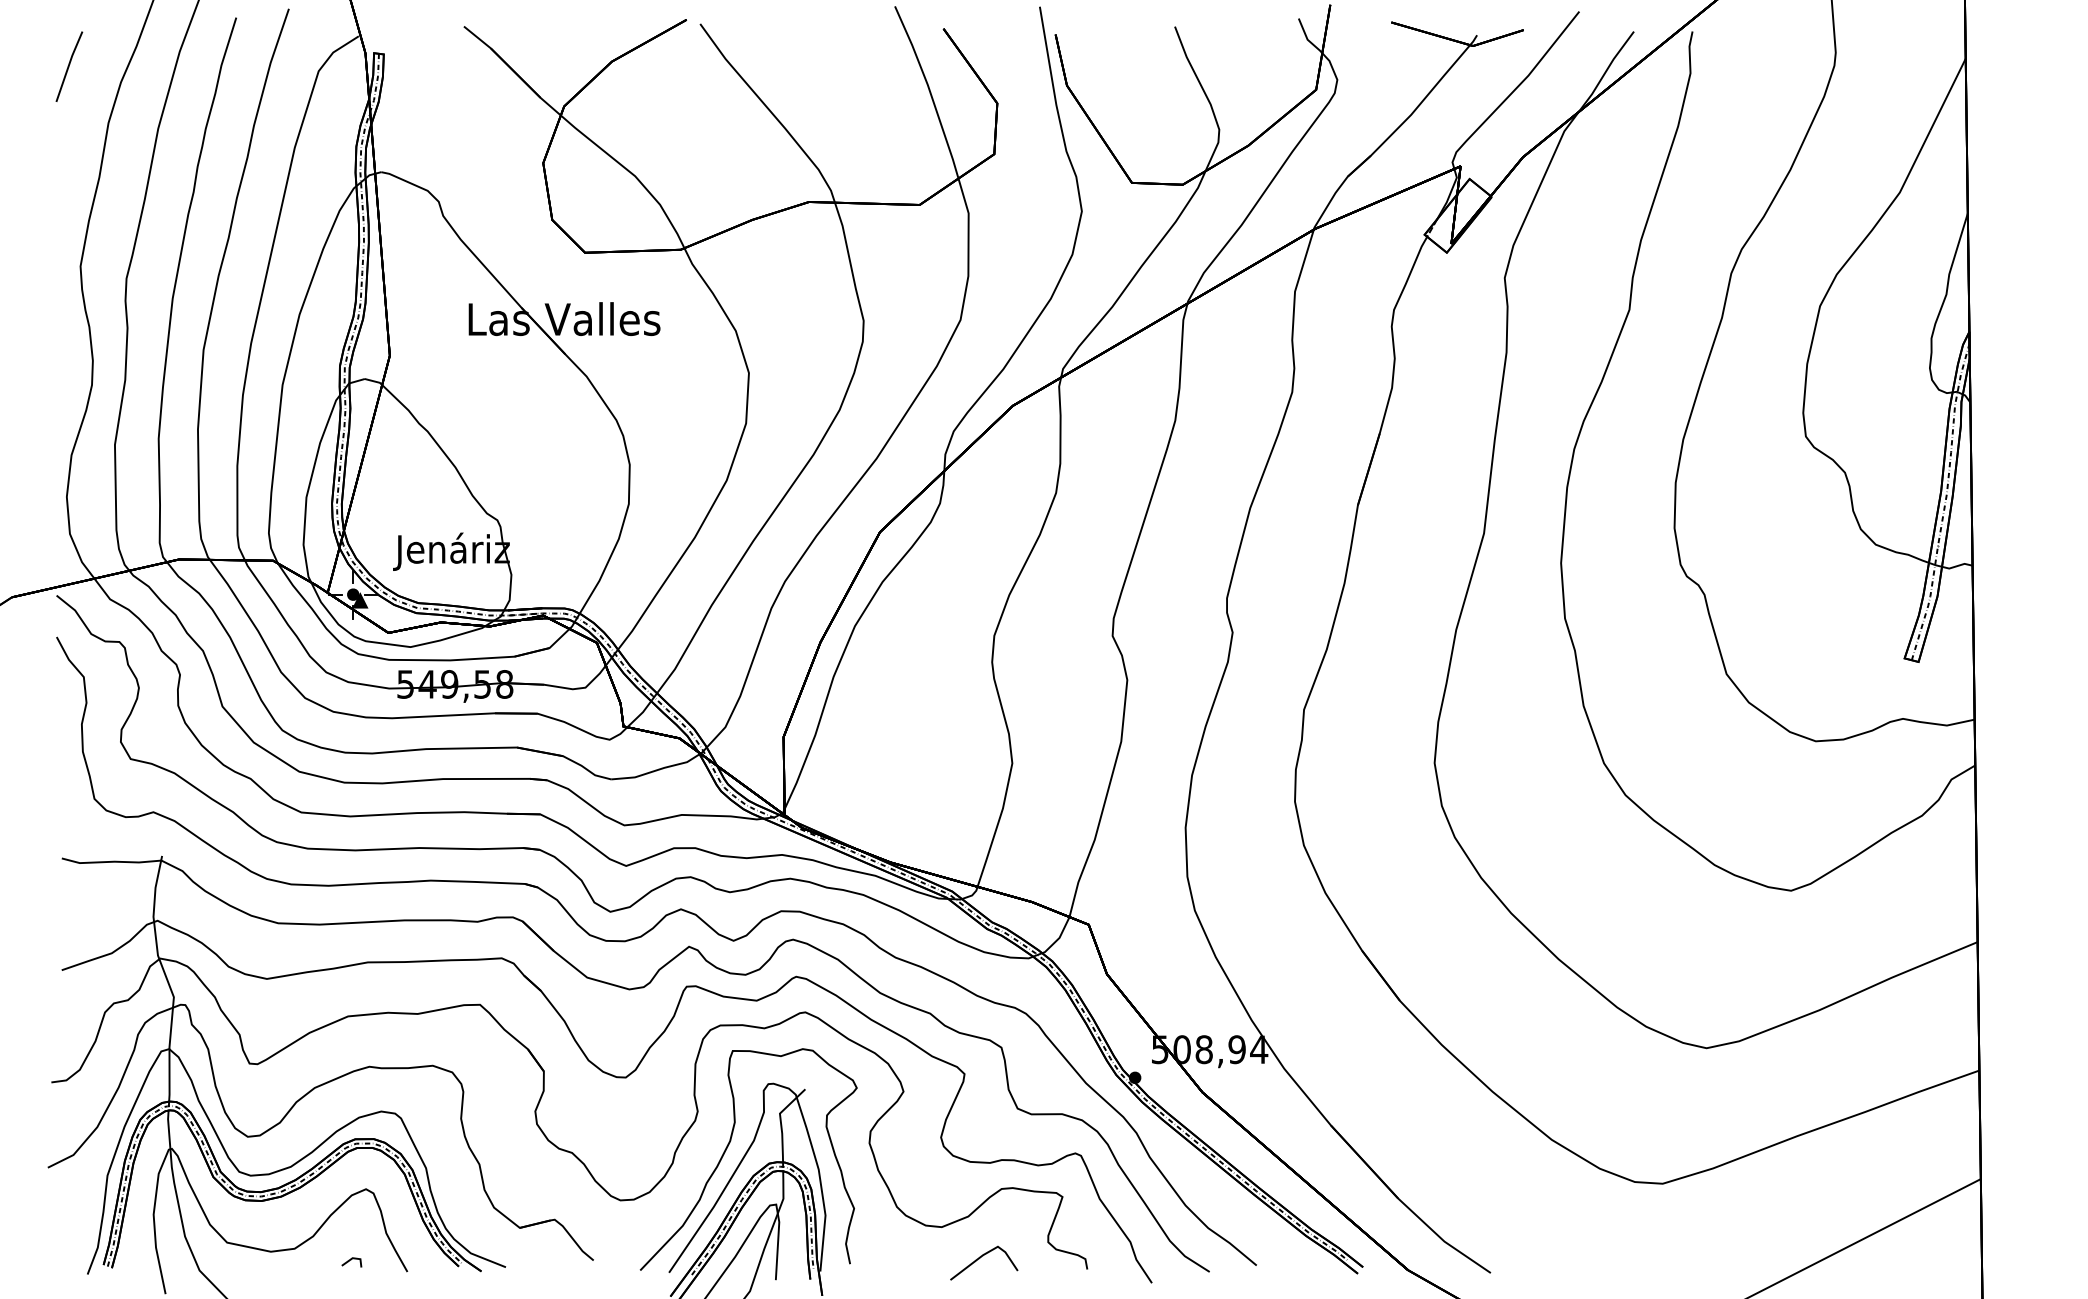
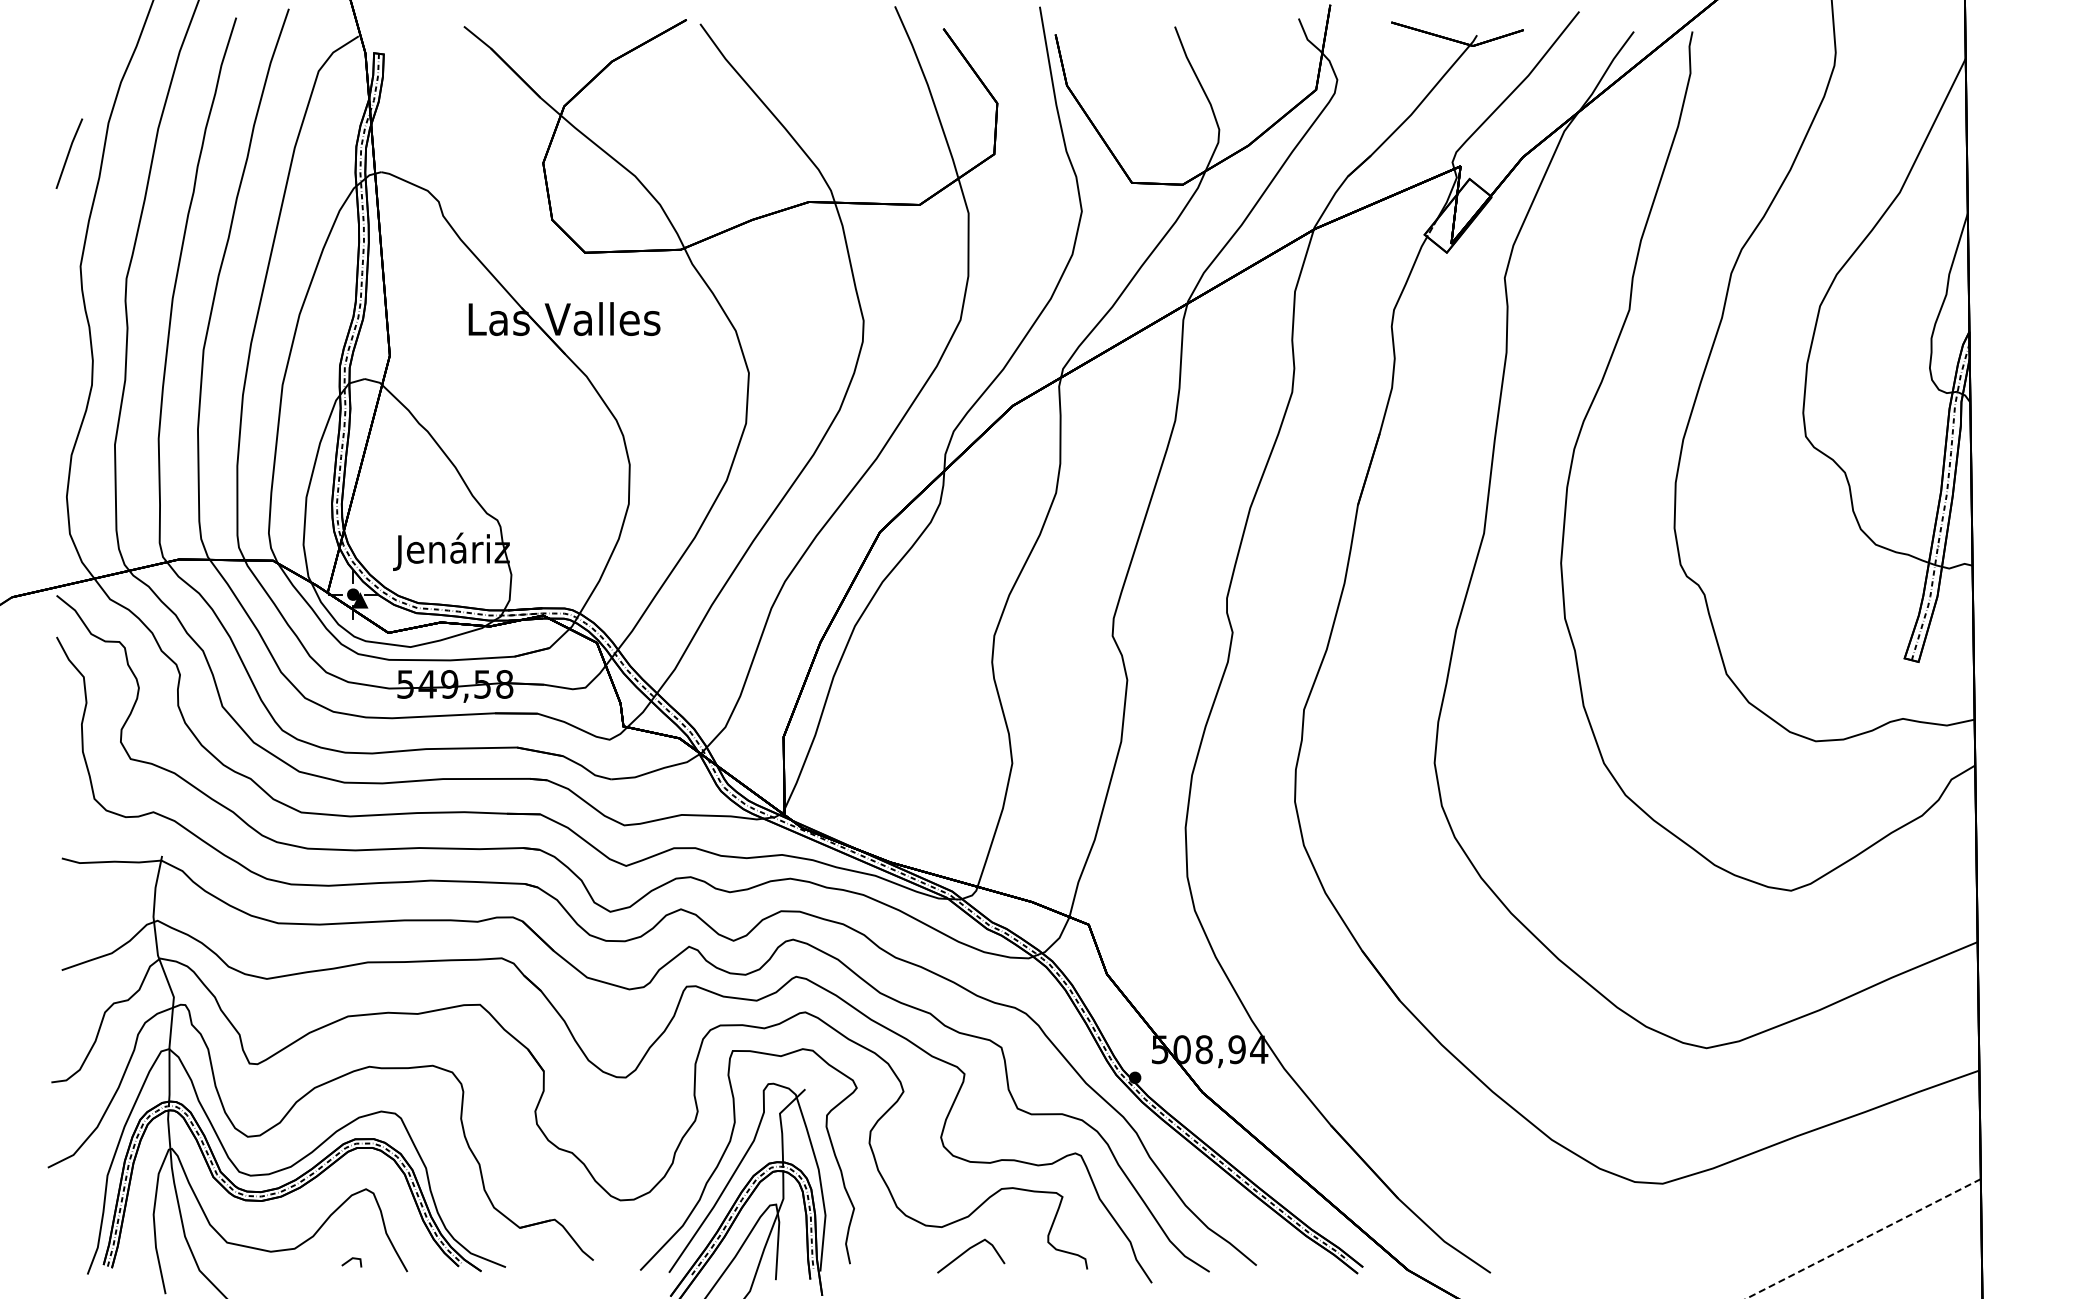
line at (69, 66) position: (69, 66) -> (69, 153)
line at (1863, 1238): solid -> dashed
line at (980, 1258) position: (980, 1258) -> (967, 1251)
